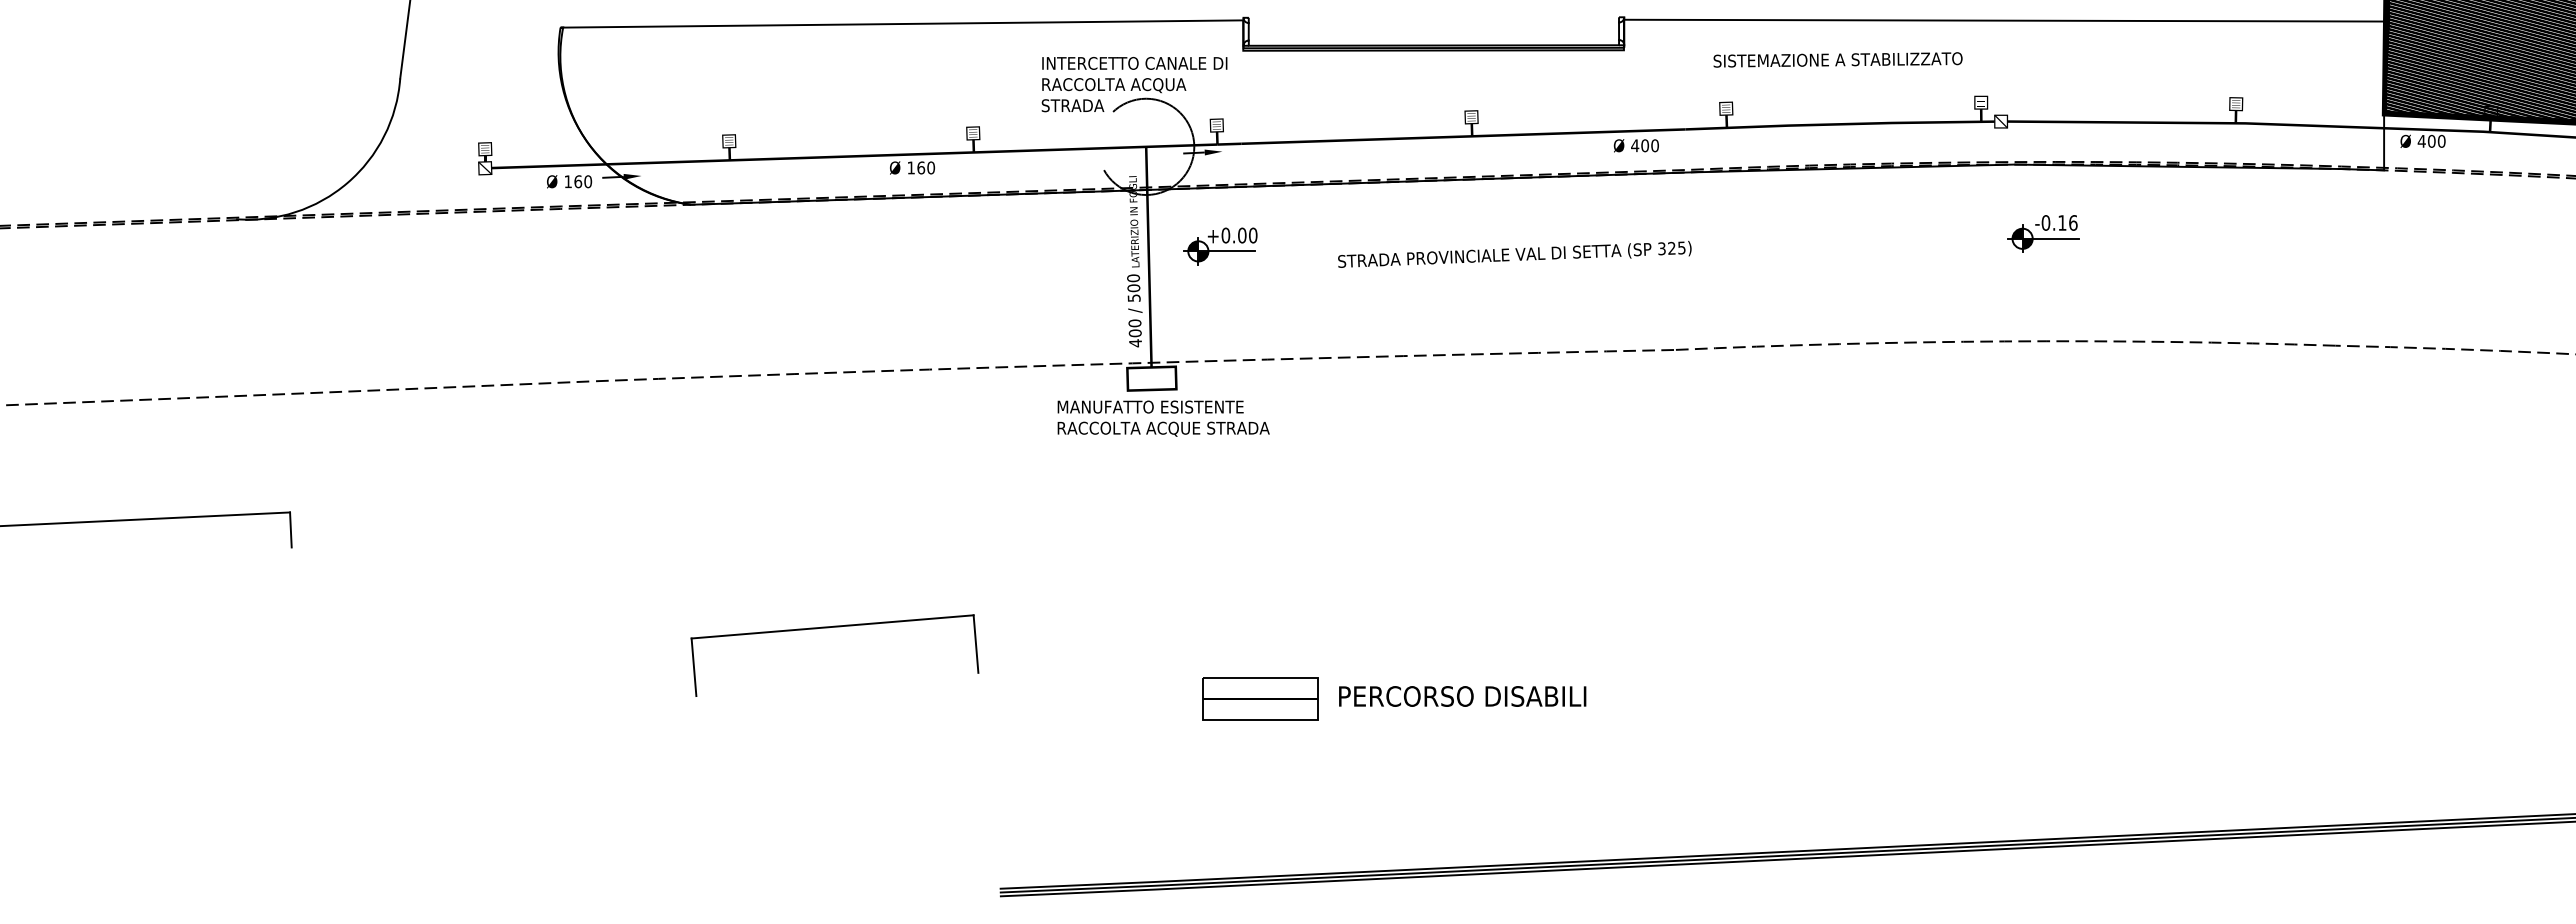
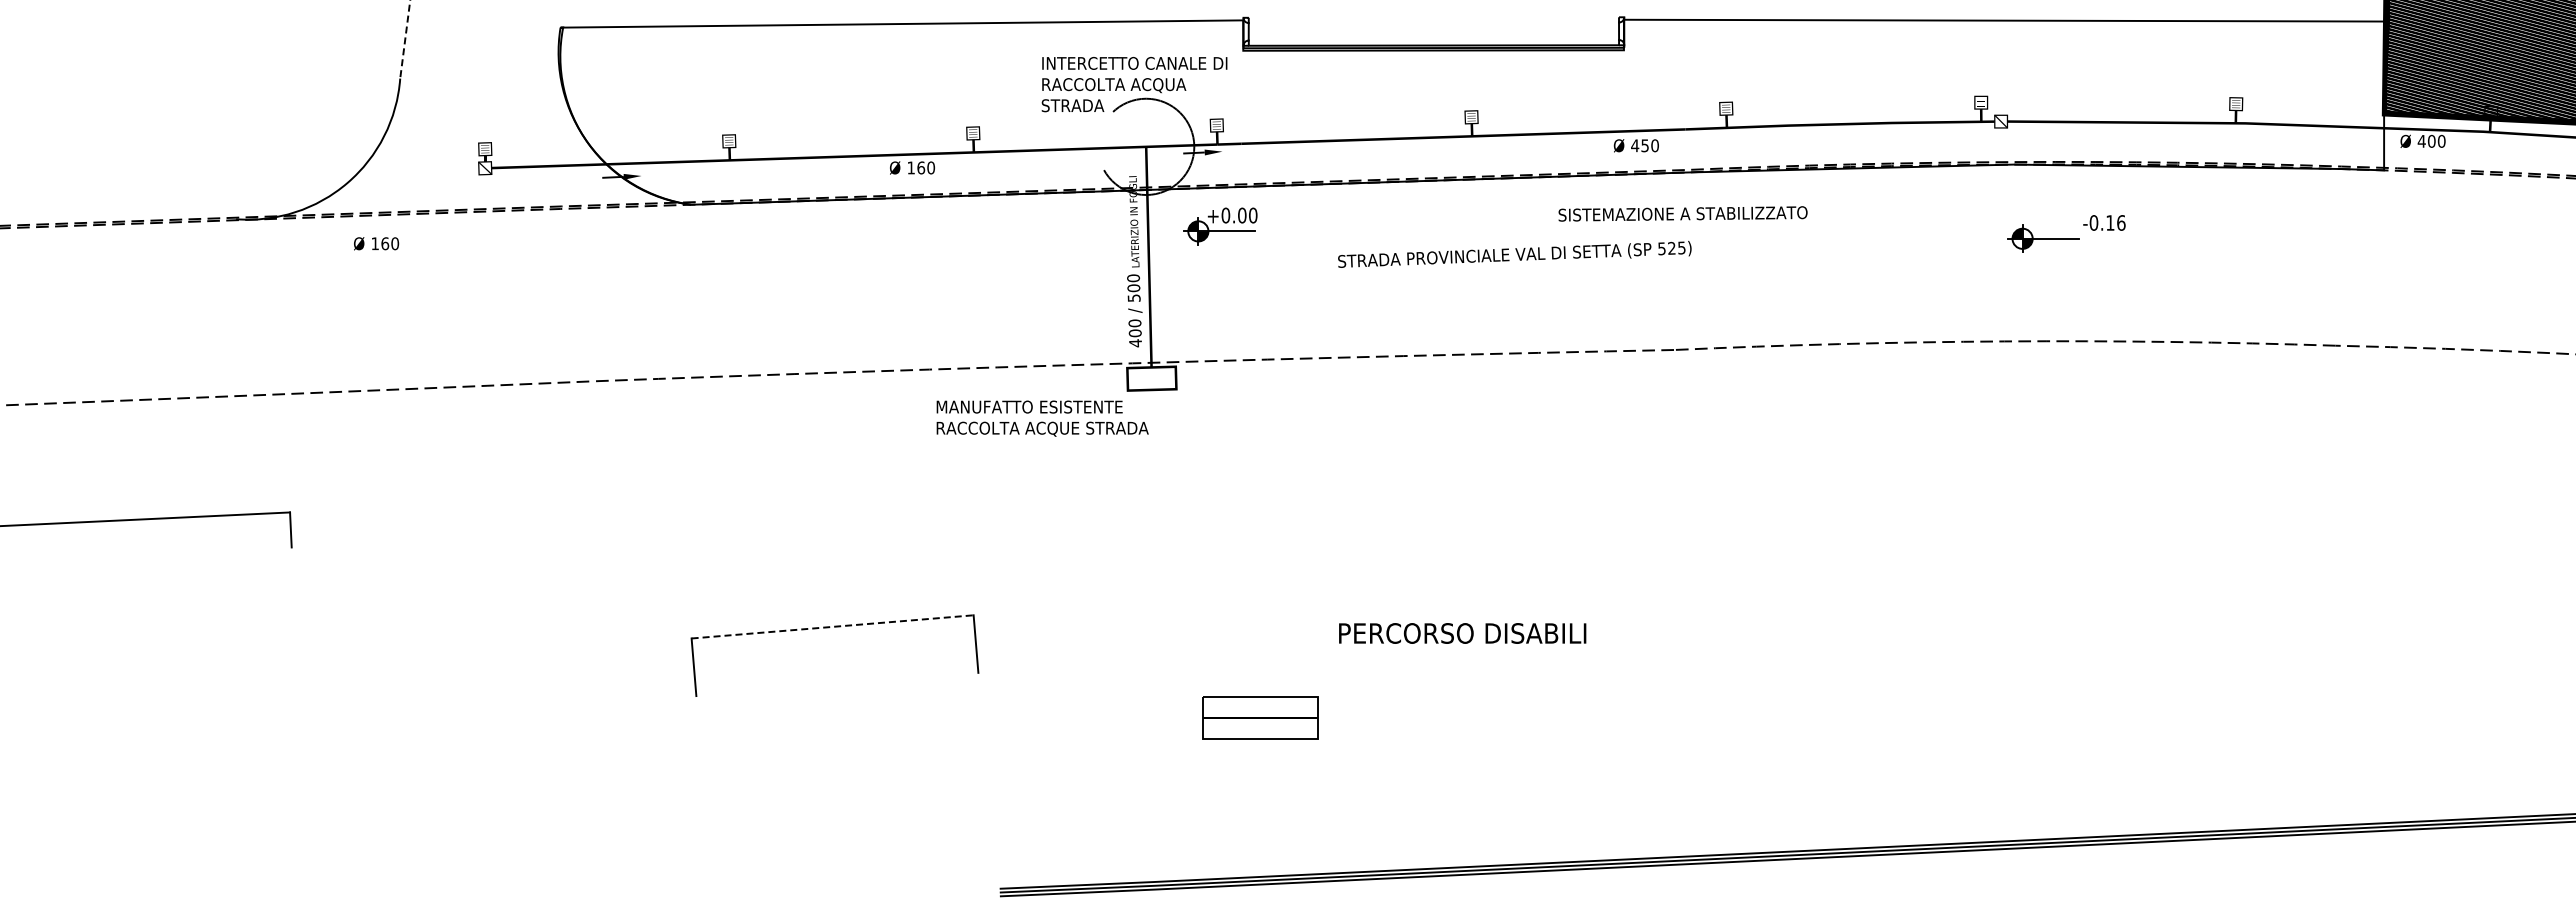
line at (405, 39): solid -> dashed
text at (1837, 59) position: (1837, 59) -> (1682, 213)
text at (1645, 145): 400 -> 450
text at (569, 181) position: (569, 181) -> (376, 243)
text at (2056, 222) position: (2056, 222) -> (2104, 222)
part at (1220, 246) position: (1220, 246) -> (1220, 226)
text at (1661, 248): 325) -> 525)
text at (1163, 418) position: (1163, 418) -> (1042, 418)
line at (833, 626): solid -> dashed
text at (1462, 696) position: (1462, 696) -> (1462, 633)
part at (1260, 698) position: (1260, 698) -> (1260, 717)
